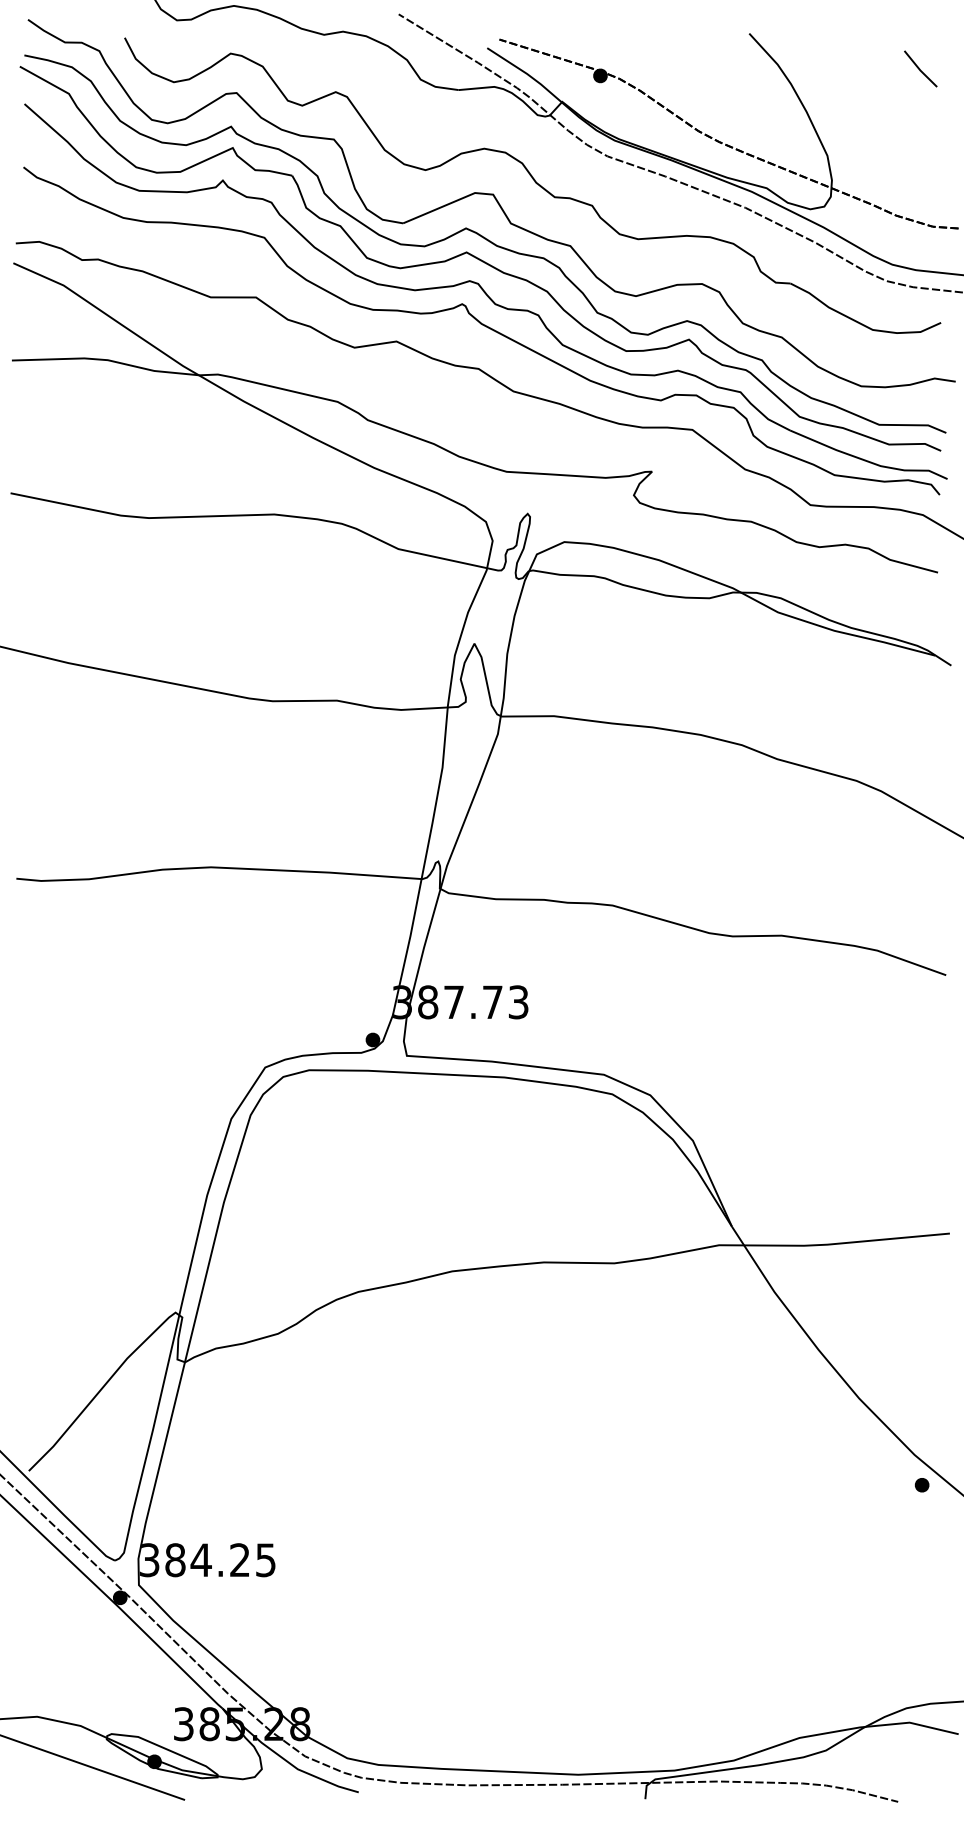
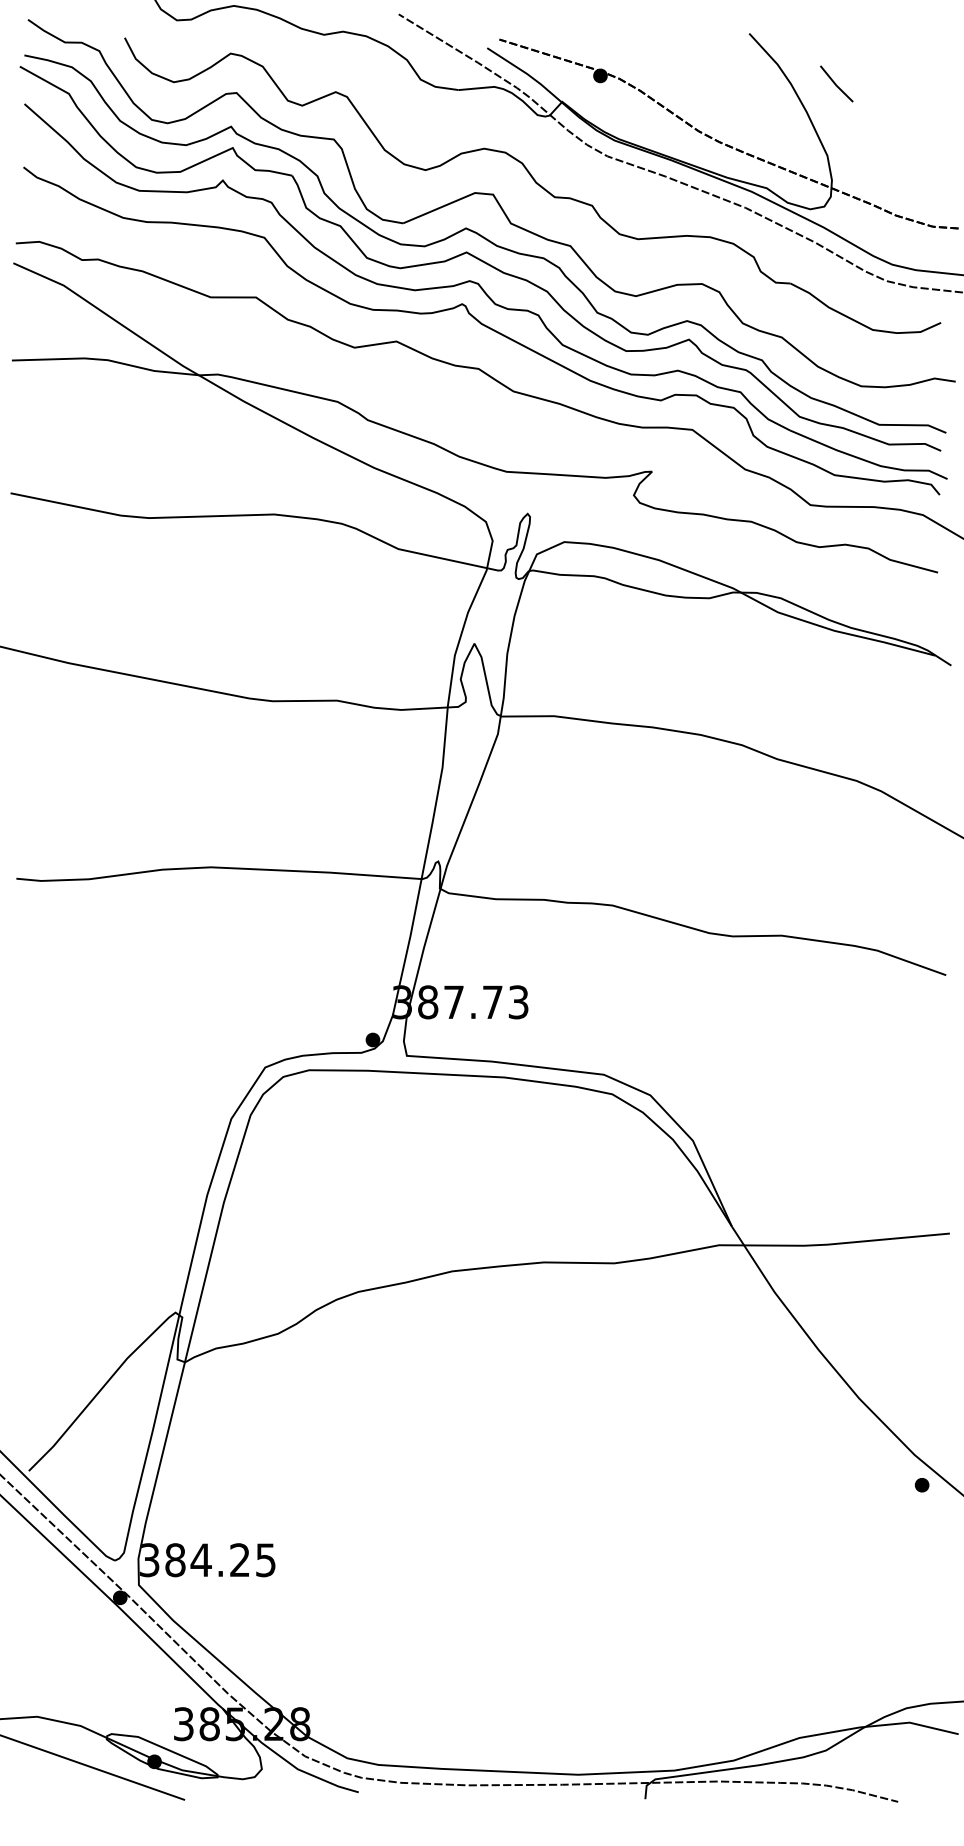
line at (919, 68) position: (919, 68) -> (835, 83)
